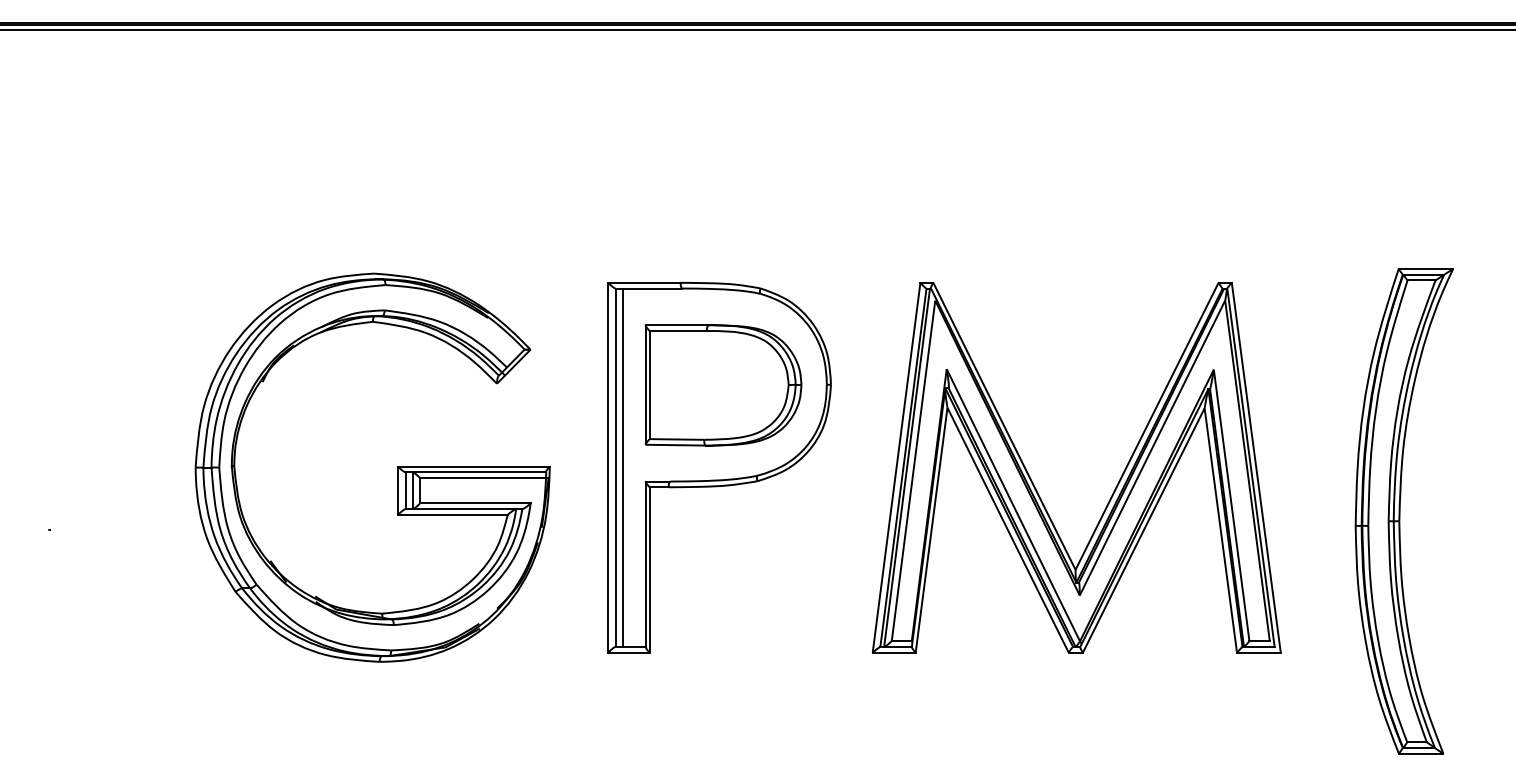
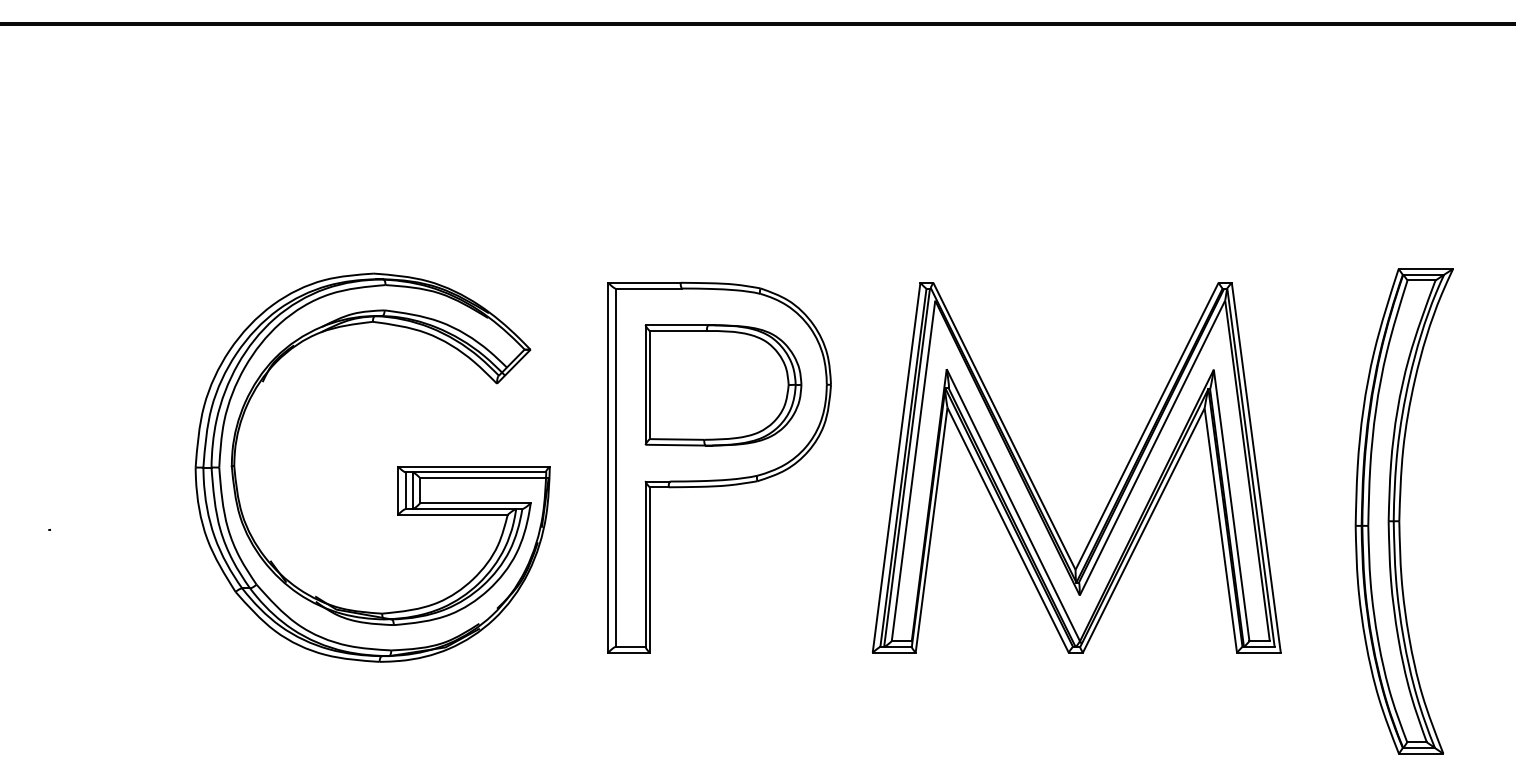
line at (757, 30): present -> none
line at (622, 467): present -> none
